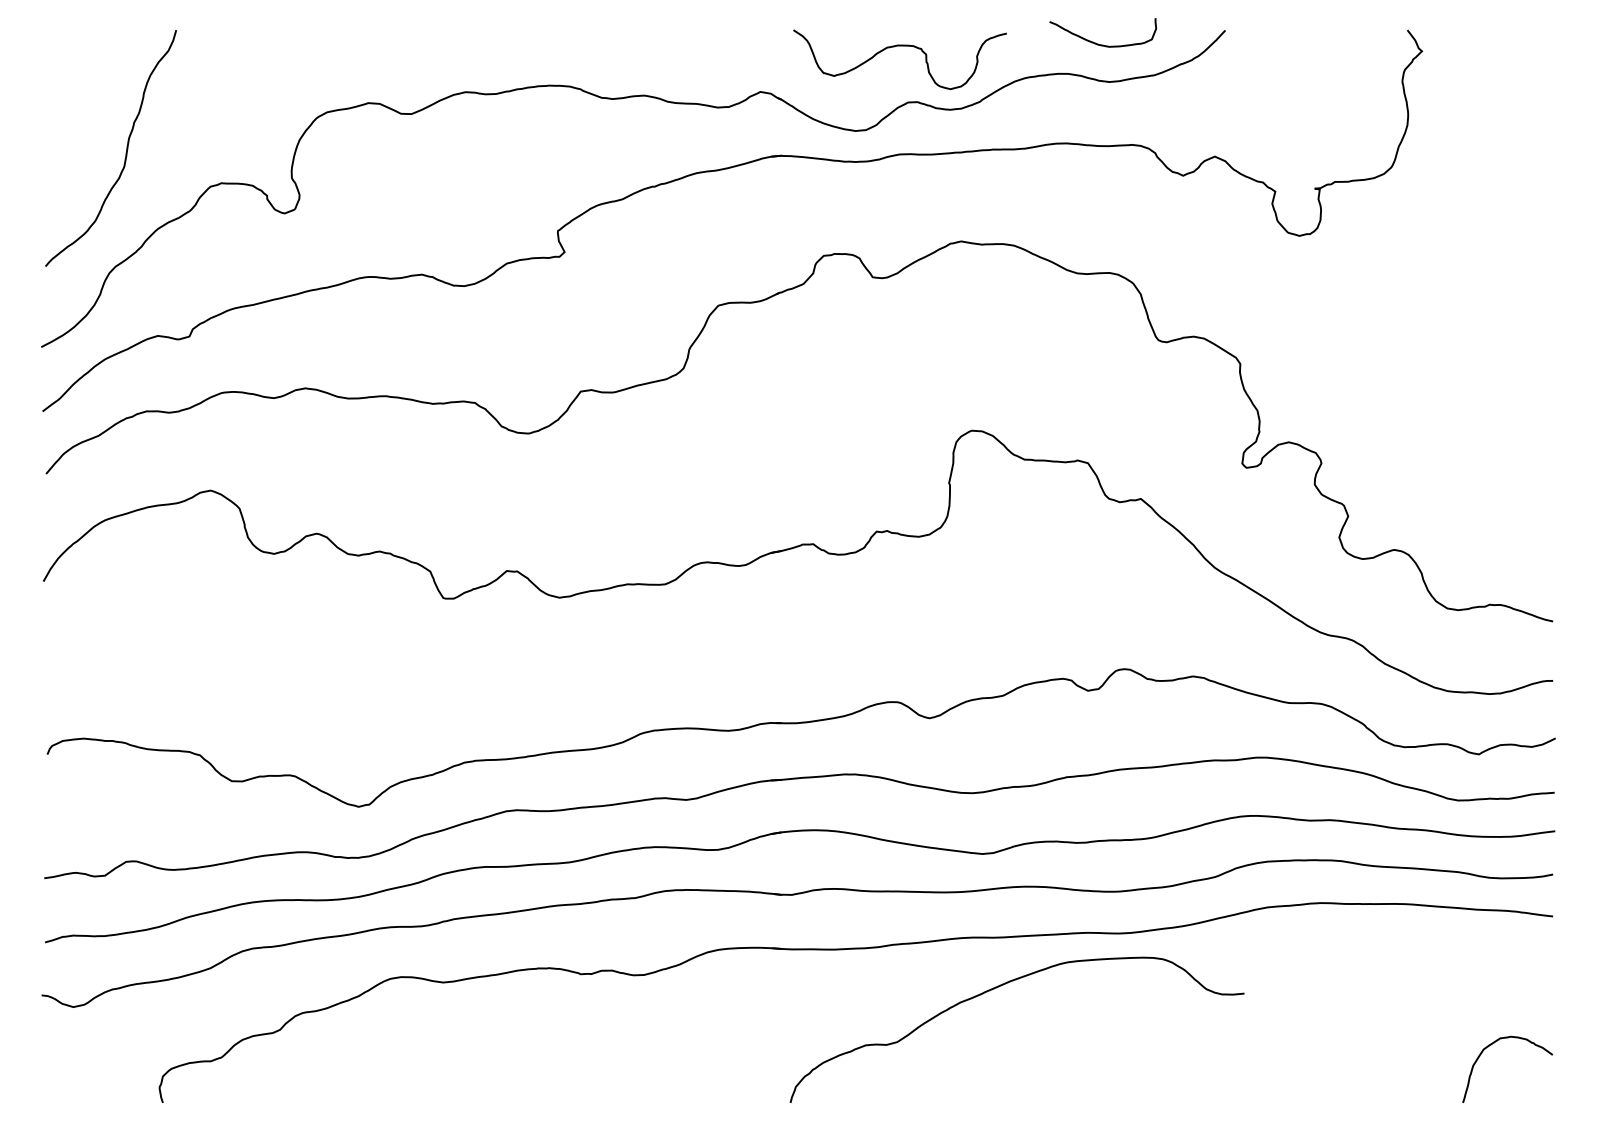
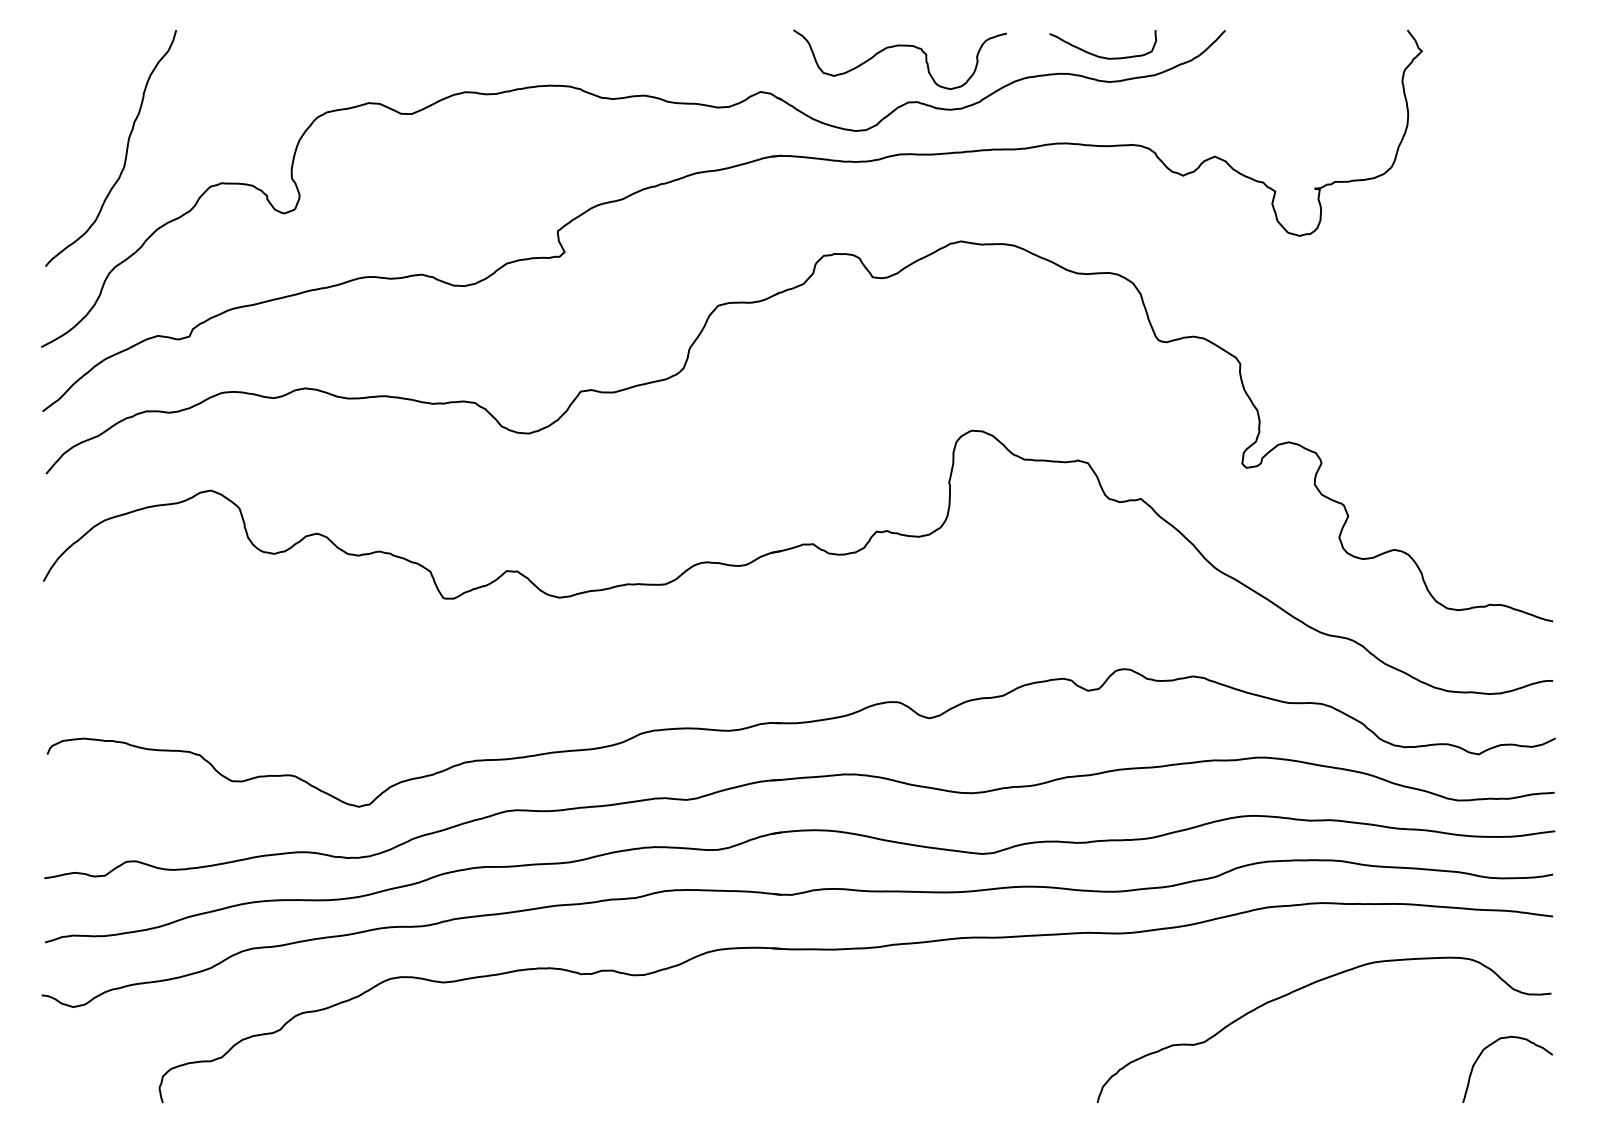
curve at (1103, 44) position: (1103, 44) -> (1103, 56)
curve at (1001, 986) position: (1001, 986) -> (1308, 986)
